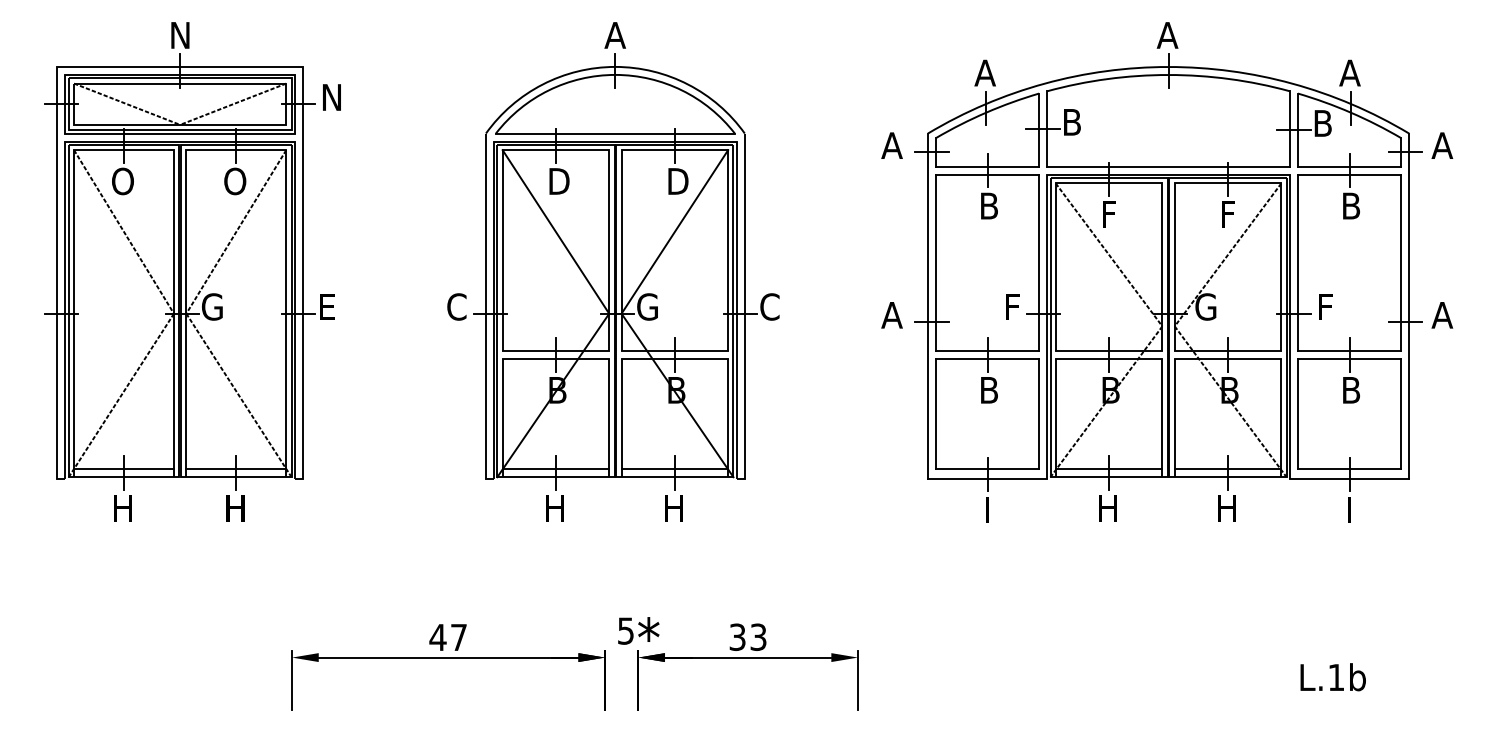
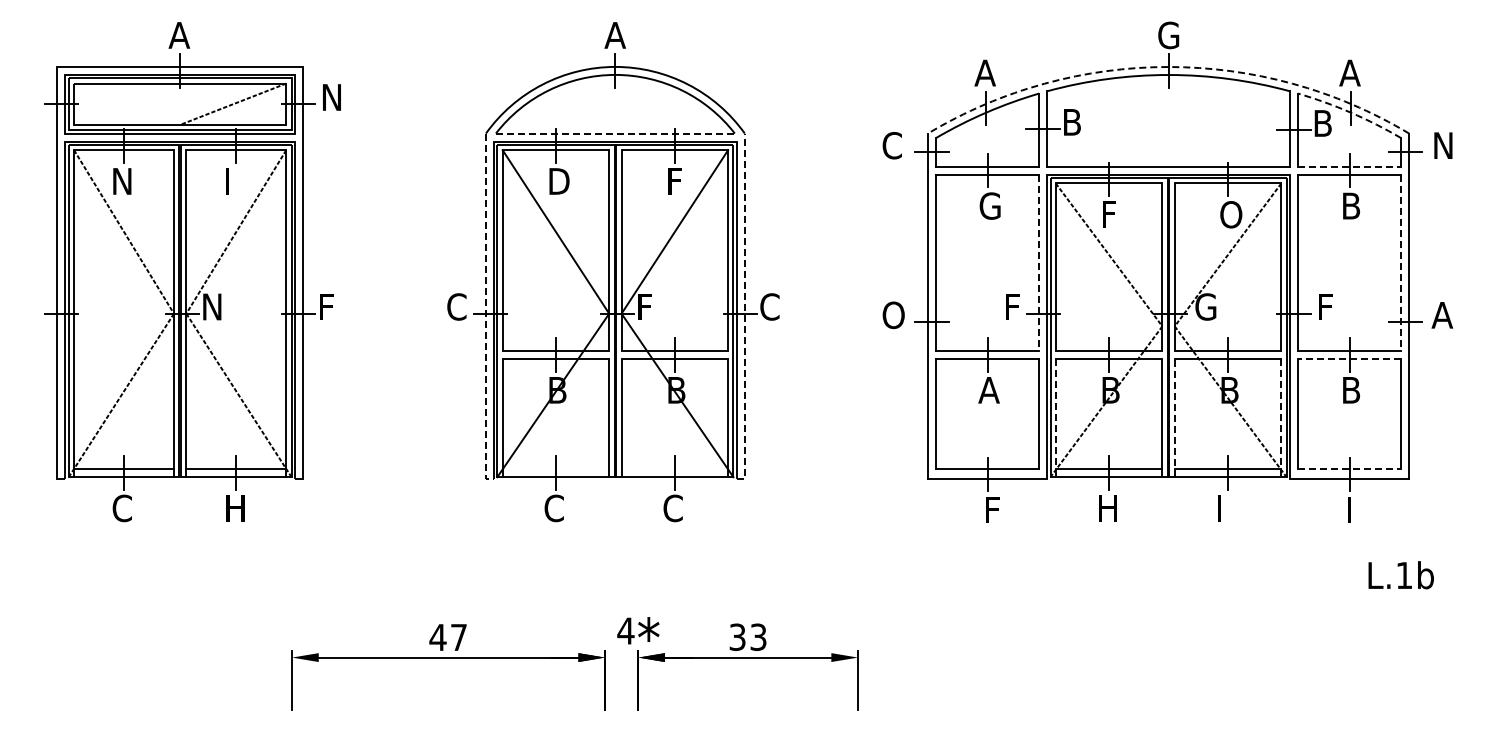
text at (179, 35): N -> A
text at (1167, 35): A -> G
arc at (1168, 67): solid -> dashed
line at (127, 103): present -> none
arc at (1350, 112): solid -> dashed
line at (615, 133): solid -> dashed
text at (891, 145): A -> C
text at (1442, 145): A -> N
line at (1349, 166): solid -> dashed
text at (122, 181): O -> N
text at (235, 181): O -> I
text at (678, 181): D -> F
text at (989, 205): B -> G
text at (1231, 214): F -> O
line at (1039, 263): solid -> dashed
line at (1401, 263): solid -> dashed
text at (212, 306): G -> N
text at (328, 306): E -> F
text at (647, 306): G -> F
line at (744, 310): solid -> dashed
line at (486, 311): solid -> dashed
text at (892, 315): A -> O
line at (1349, 359): solid -> dashed
text at (988, 390): B -> A
line at (1174, 417): solid -> dashed
line at (1055, 418): solid -> dashed
line at (1281, 418): solid -> dashed
line at (555, 469): present -> none
line at (674, 469): present -> none
line at (1349, 469): solid -> dashed
text at (994, 503): I -> F
text at (121, 508): H -> C
text at (553, 508): H -> C
text at (672, 508): H -> C
text at (1228, 508): H -> I
text at (625, 630): 5 -> 4
text at (1332, 677) position: (1332, 677) -> (1400, 575)
